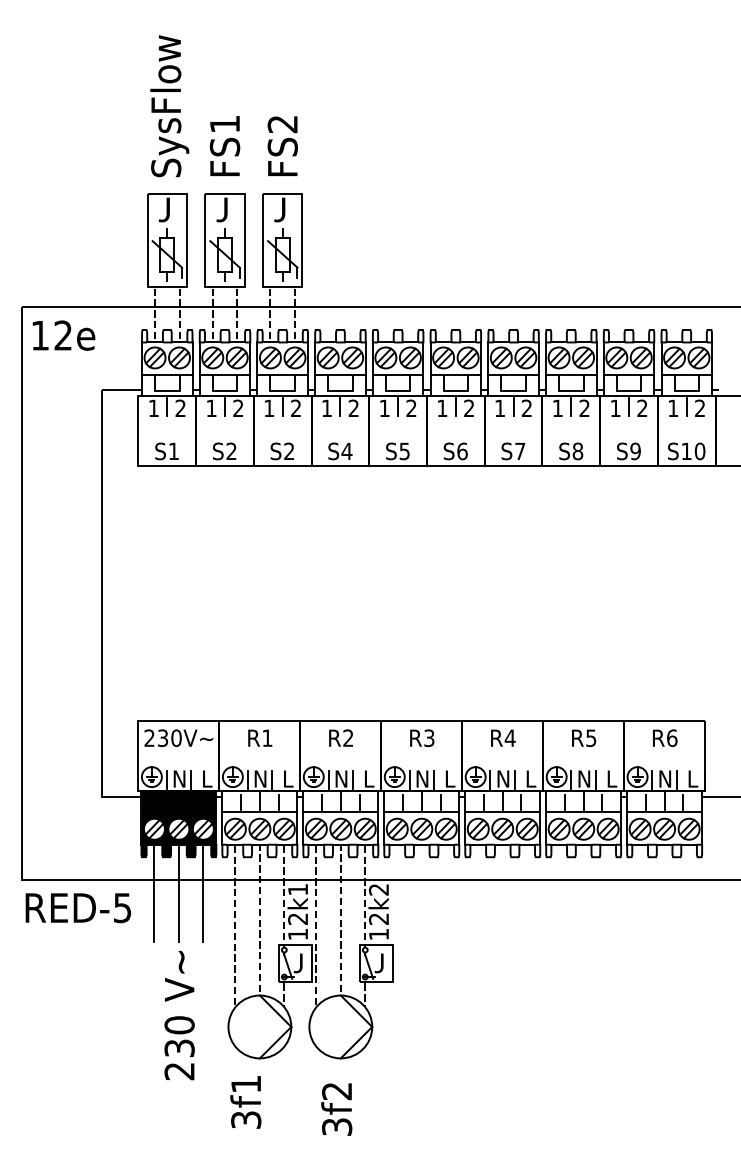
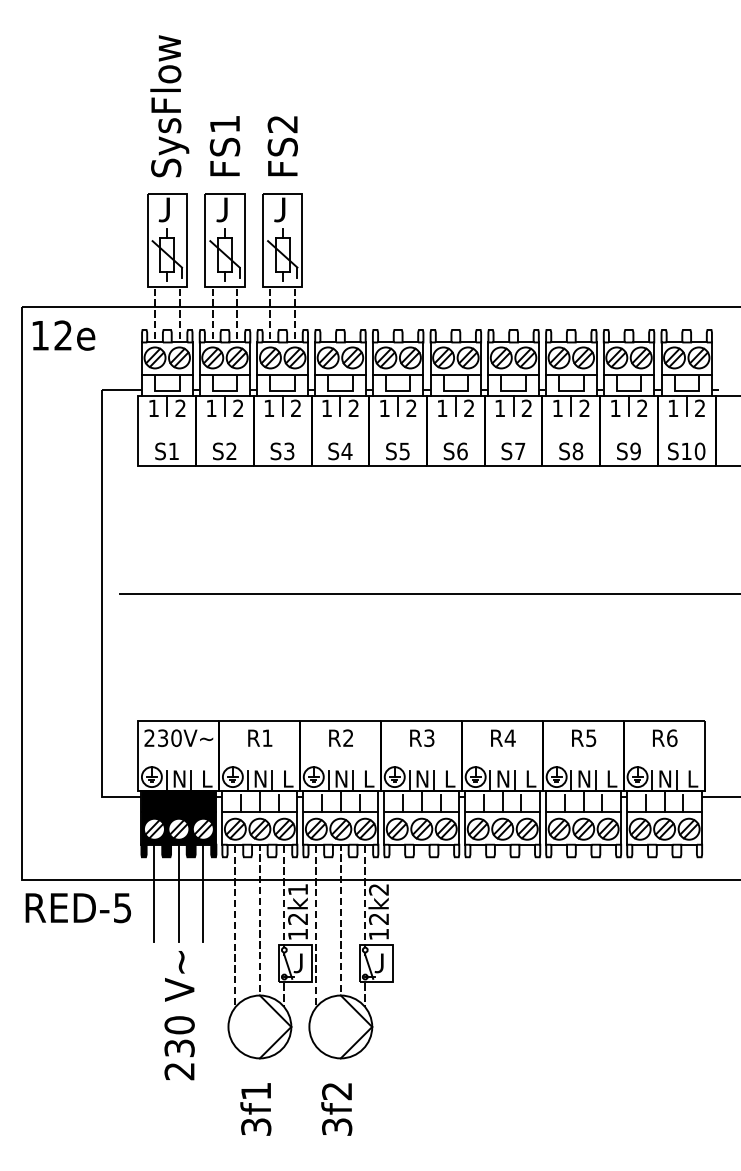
text at (289, 451): S2 -> S3
line at (428, 593): none -> present
text at (245, 1102) position: (245, 1102) -> (255, 1109)
